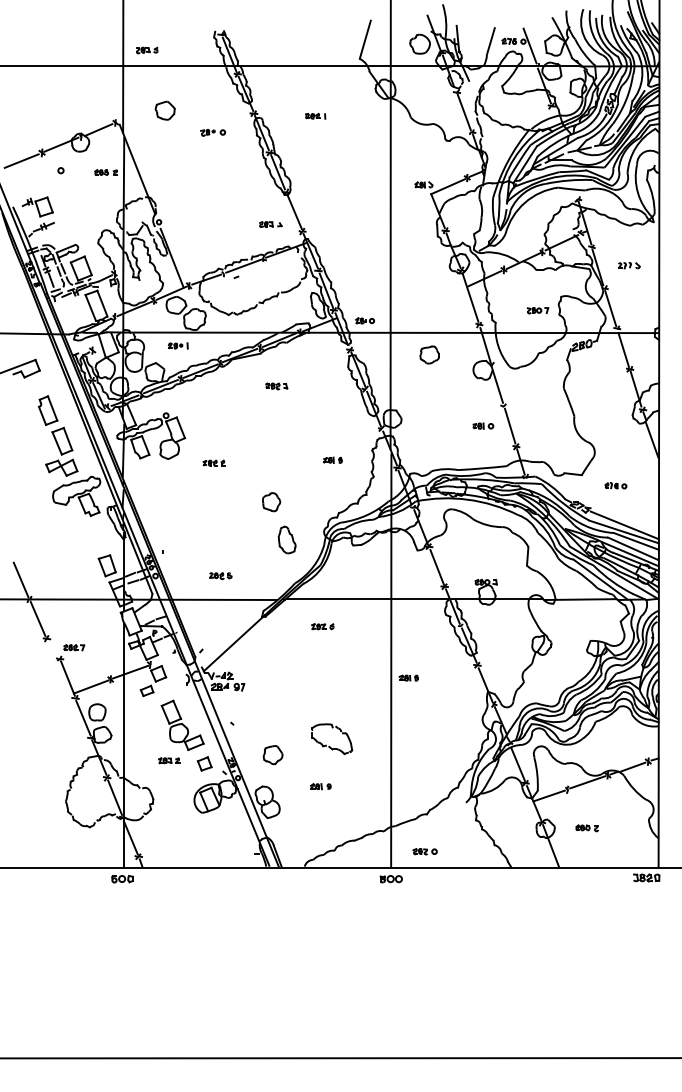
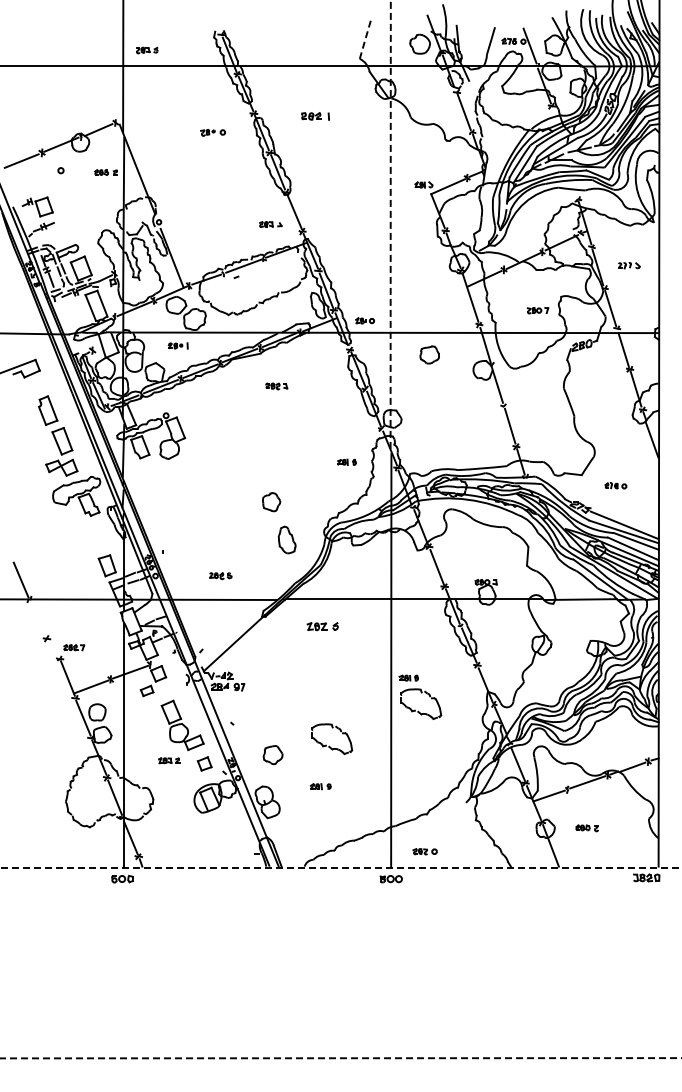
line at (365, 39): solid -> dashed
part at (164, 110): present -> none
part at (315, 115) size: 22x8 px -> 29x9 px
line at (390, 224): solid -> dashed
part at (483, 425): present -> none
part at (332, 459) position: (332, 459) -> (346, 461)
part at (213, 462): present -> none
line at (37, 618): present -> none
part at (322, 626) size: 24x8 px -> 33x10 px
part at (418, 710): none -> present
line at (340, 867): solid -> dashed
line at (341, 1058): solid -> dashed
